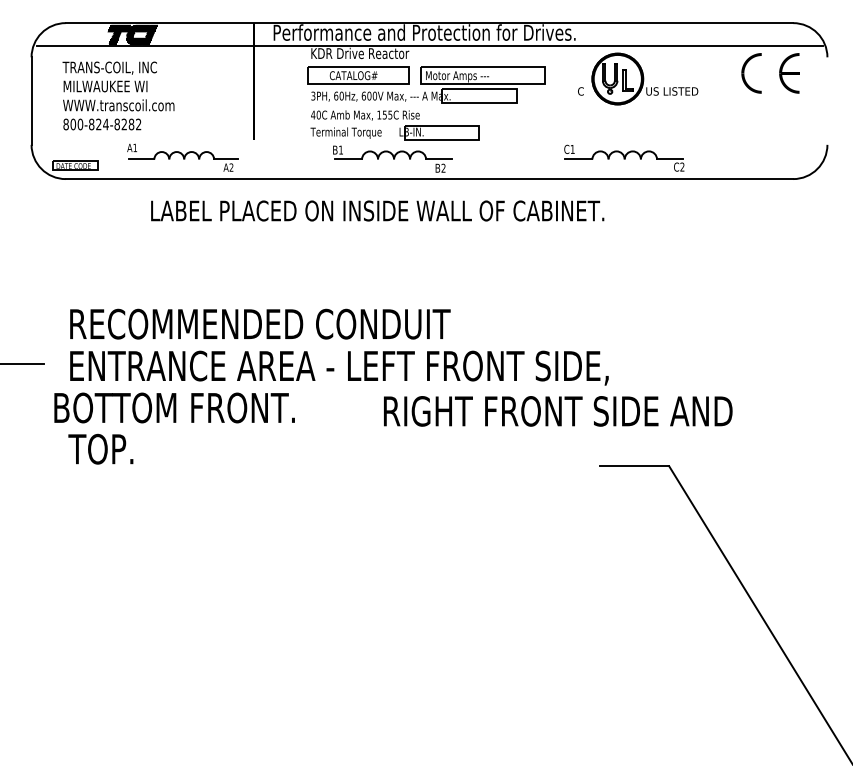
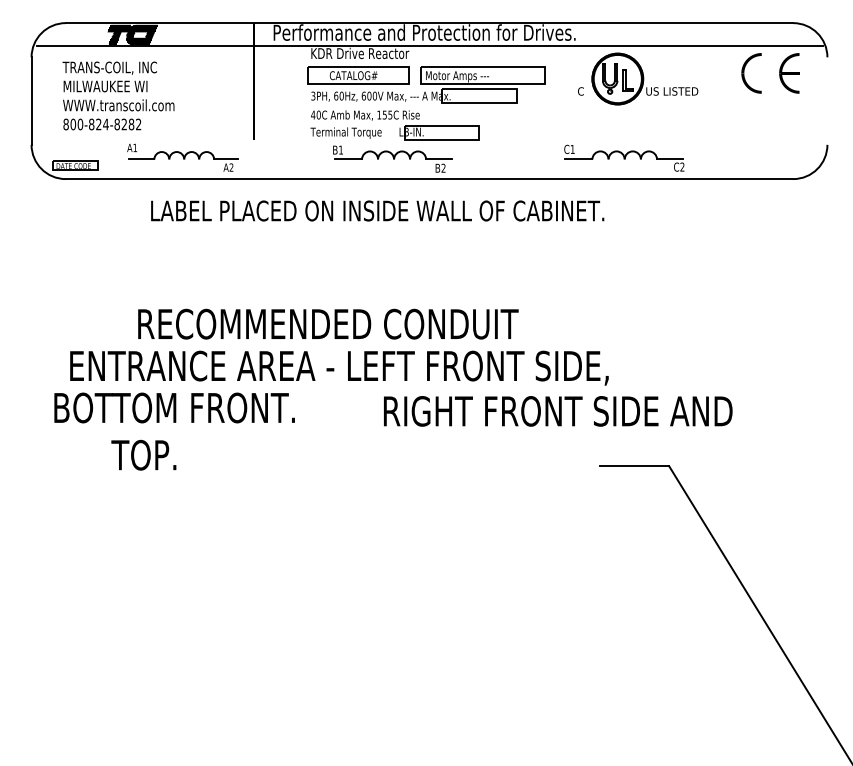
text at (260, 323) position: (260, 323) -> (328, 323)
line at (23, 363): present -> none
text at (100, 448) position: (100, 448) -> (143, 454)
